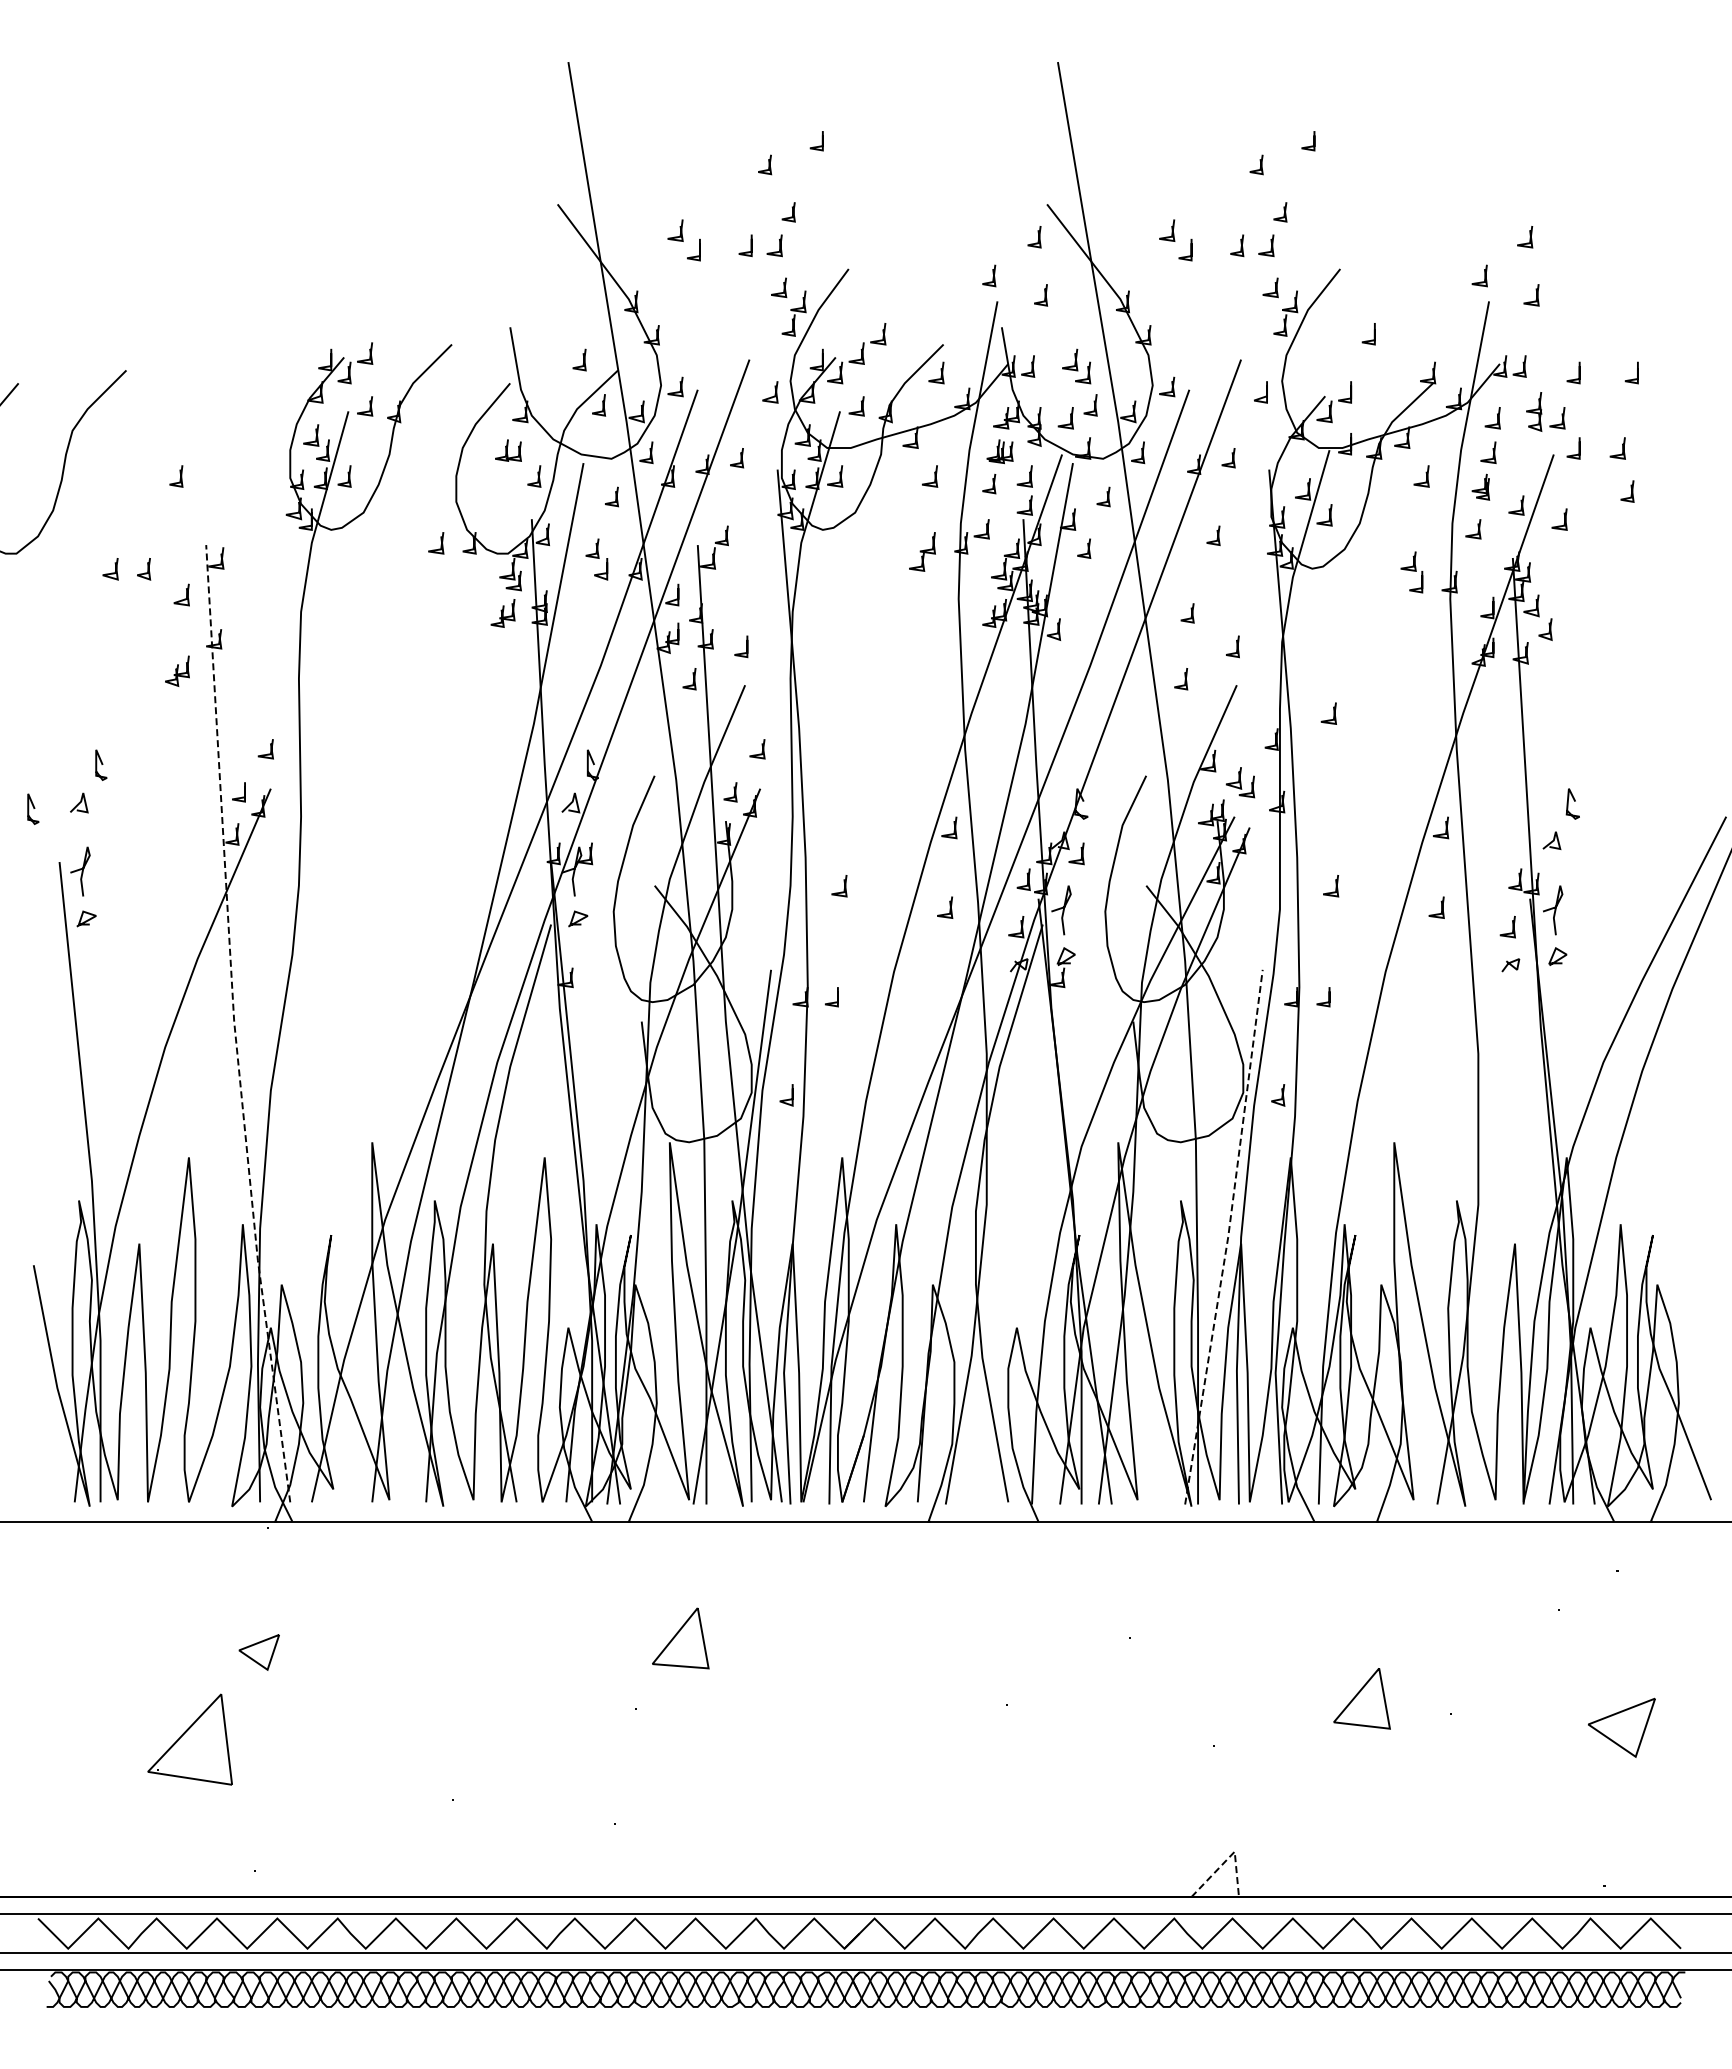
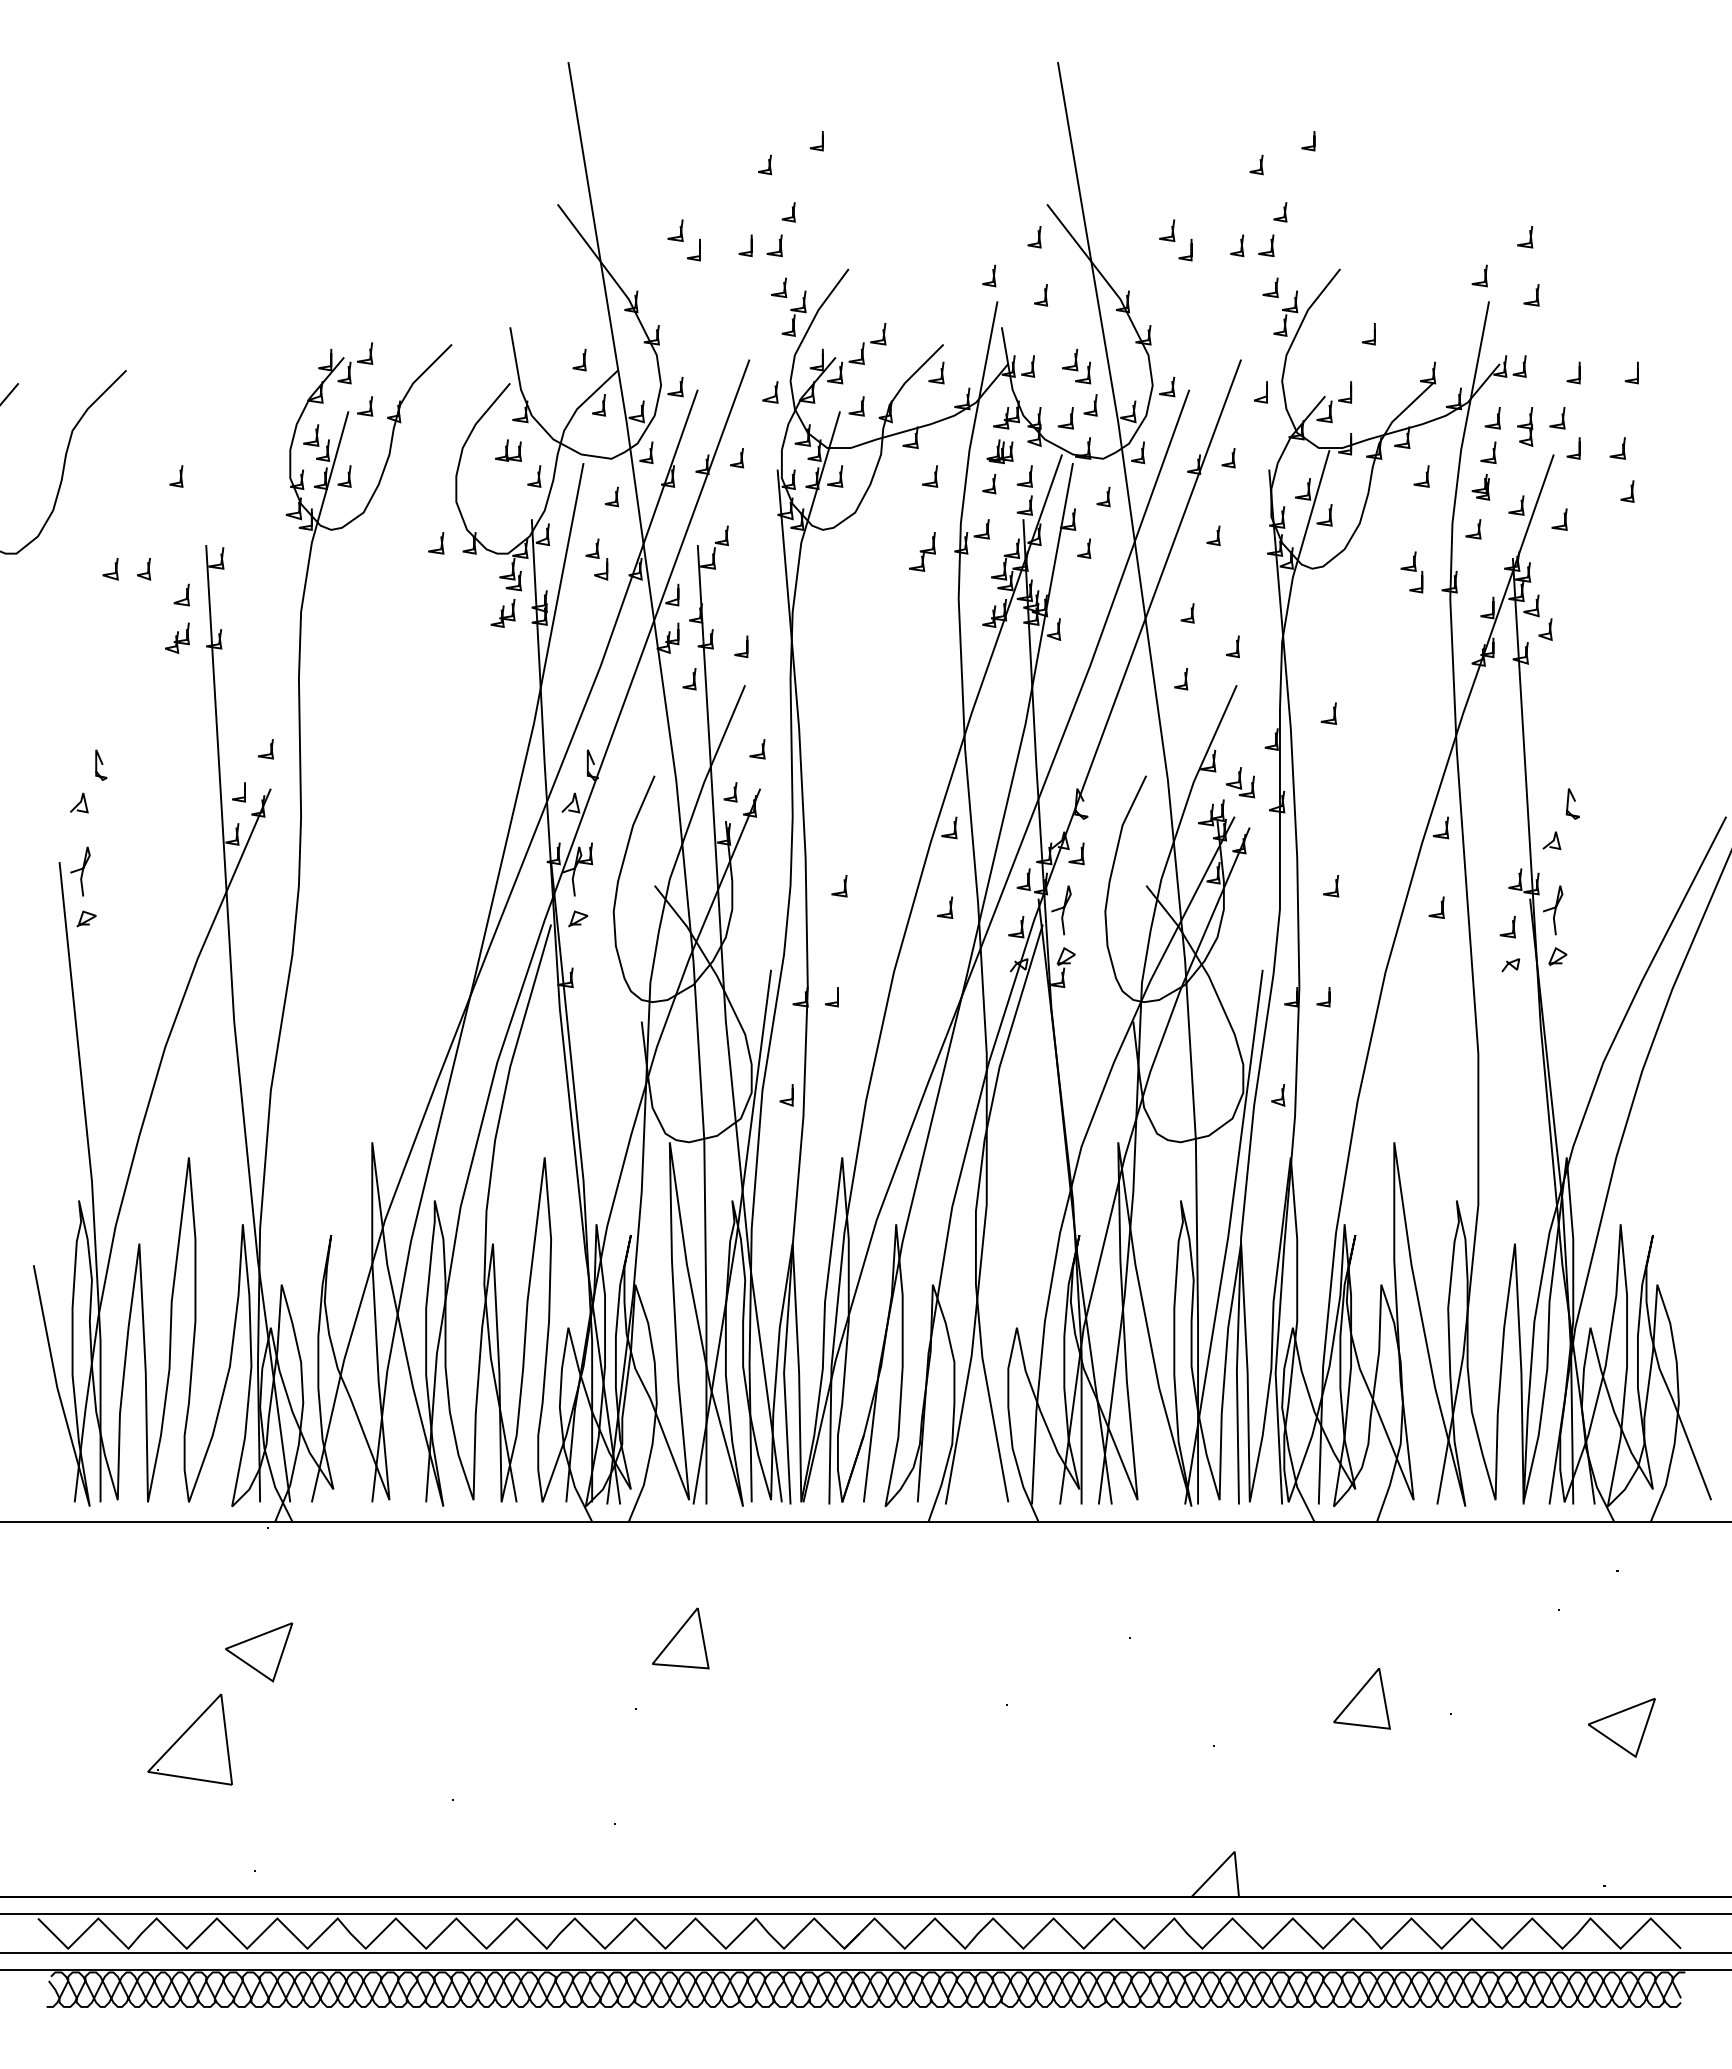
part at (1534, 411) position: (1534, 411) -> (1525, 426)
part at (177, 670) position: (177, 670) -> (177, 637)
curve at (33, 808): present -> none
line at (234, 1024): dashed -> solid
line at (1228, 1237): dashed -> solid
part at (258, 1652) size: 42x37 px -> 69x61 px
line at (1229, 1857): dashed -> solid
